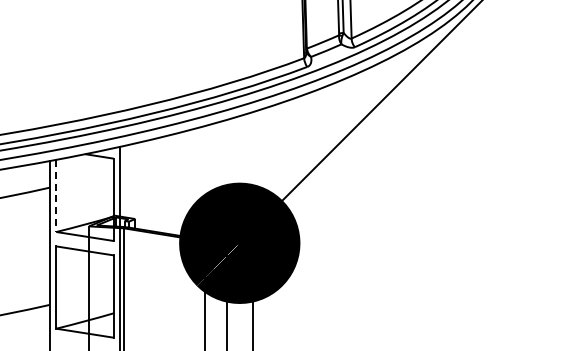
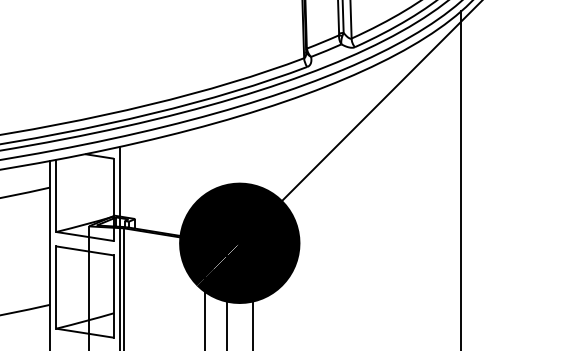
line at (461, 179): none -> present
line at (56, 196): dashed -> solid
